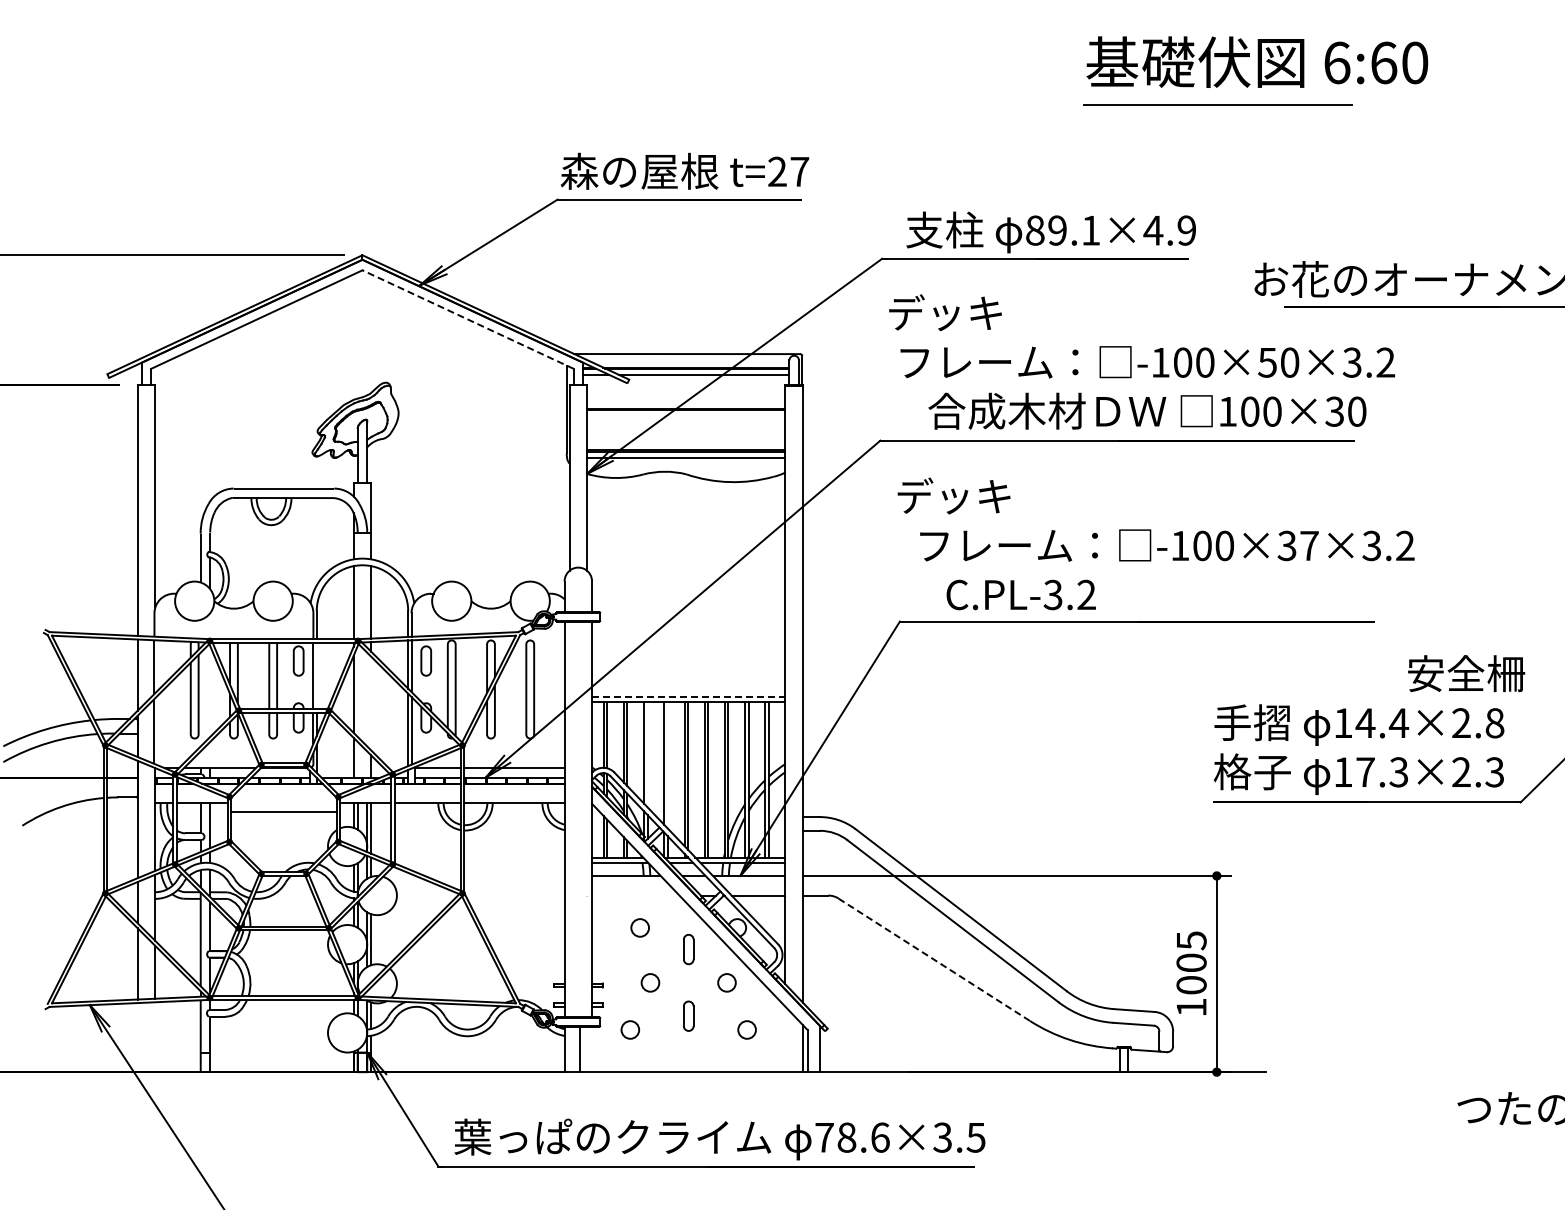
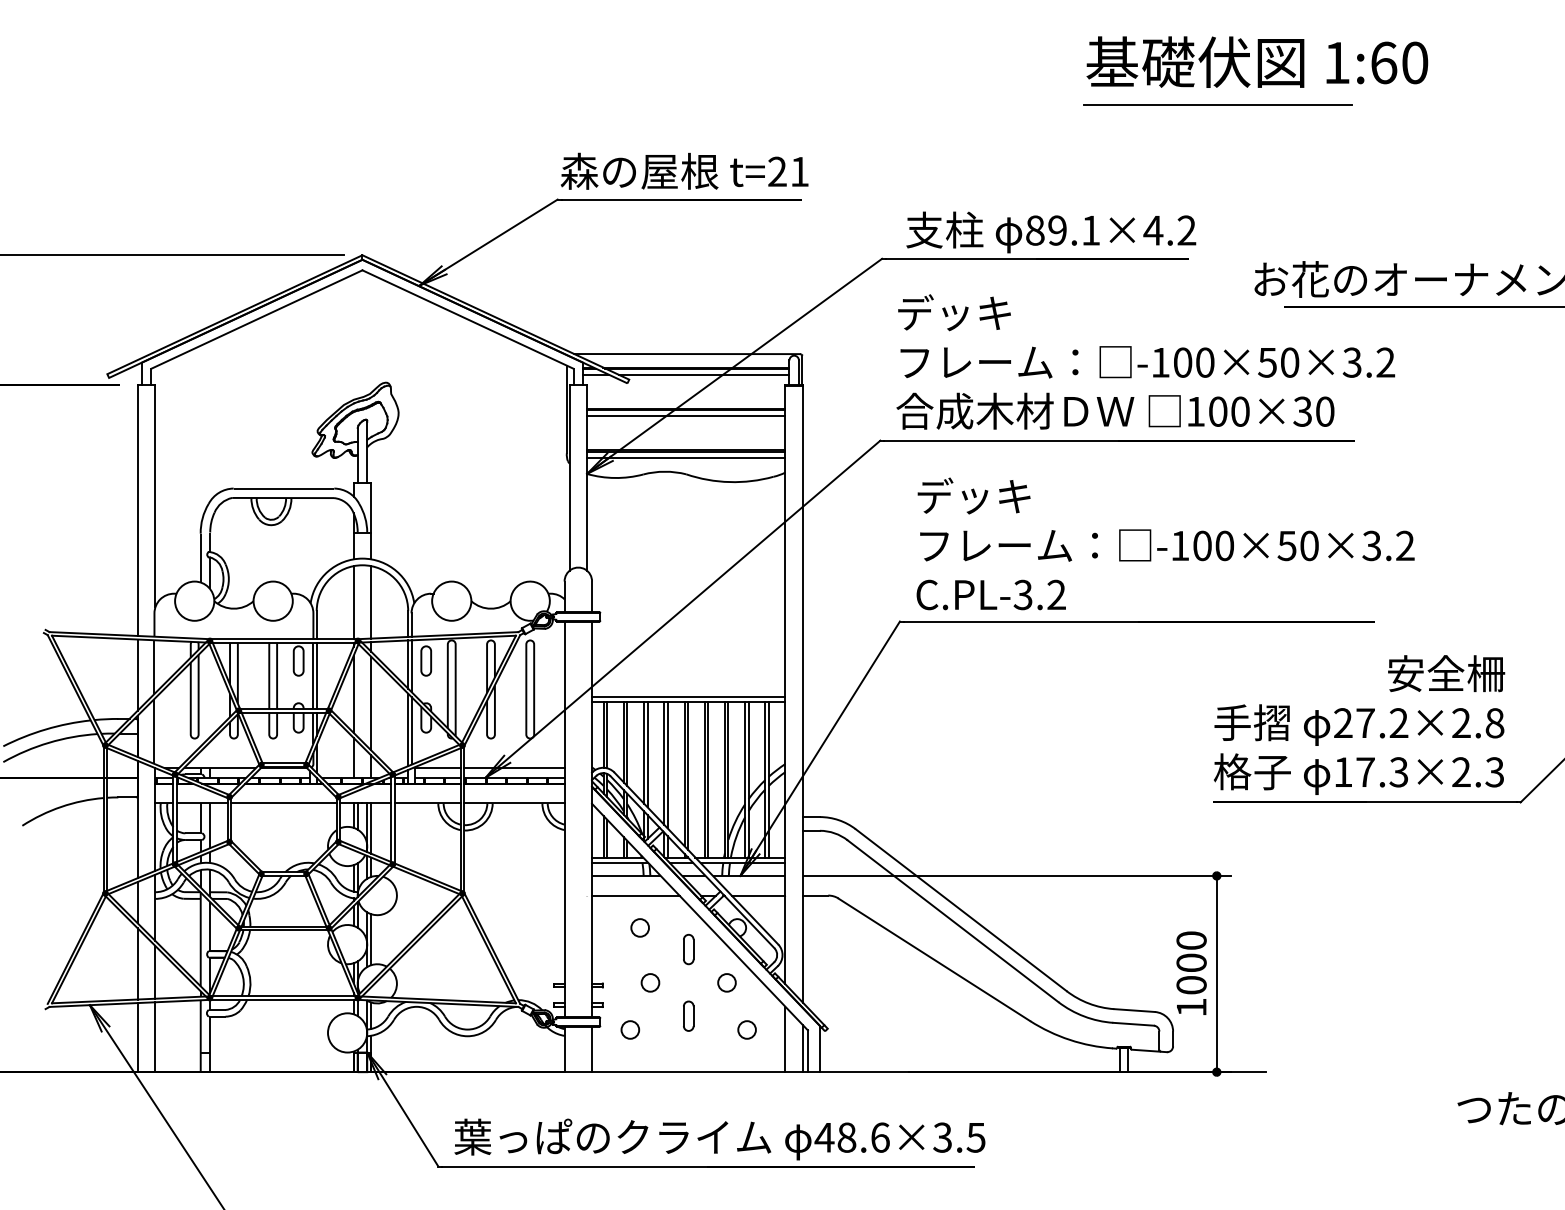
text at (1337, 62): 6:60 -> 1:60
text at (799, 171): t=27 -> t=21
text at (1186, 230): 89.1×4.9 -> 89.1×4.2
text at (945, 312) position: (945, 312) -> (954, 312)
line at (467, 319): dashed -> solid
text at (1147, 410) position: (1147, 410) -> (1115, 410)
line at (686, 416): none -> present
text at (953, 495) position: (953, 495) -> (973, 495)
text at (1297, 545): -100×37×3.2 -> -100×50×3.2
text at (1020, 594) position: (1020, 594) -> (990, 594)
text at (1466, 673) position: (1466, 673) -> (1446, 673)
line at (316, 675): none -> present
line at (688, 696): dashed -> solid
line at (371, 703): none -> present
text at (1371, 722): 14.4×2.8 -> 27.2×2.8
line at (647, 754): none -> present
line at (667, 764): none -> present
line at (283, 812) position: (283, 812) -> (283, 803)
line at (636, 896): none -> present
text at (1191, 940): 1005 -> 1000
line at (934, 959): dashed -> solid
line at (137, 1037): none -> present
line at (155, 1037): none -> present
line at (785, 1039): none -> present
line at (580, 1049) position: (580, 1049) -> (592, 1049)
text at (824, 1137): 78.6×3.5 -> 48.6×3.5
